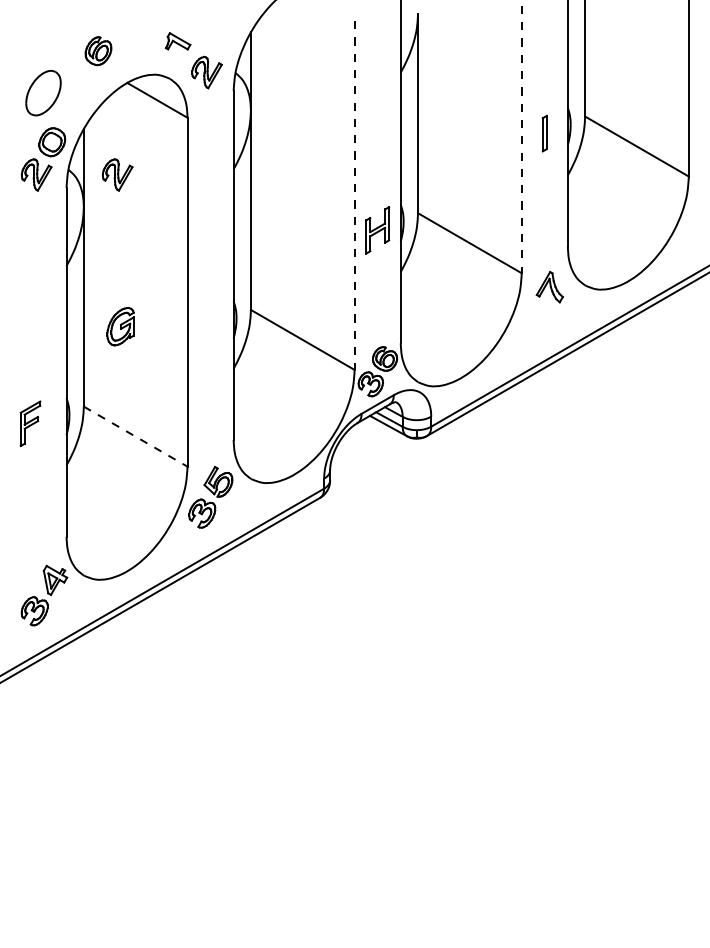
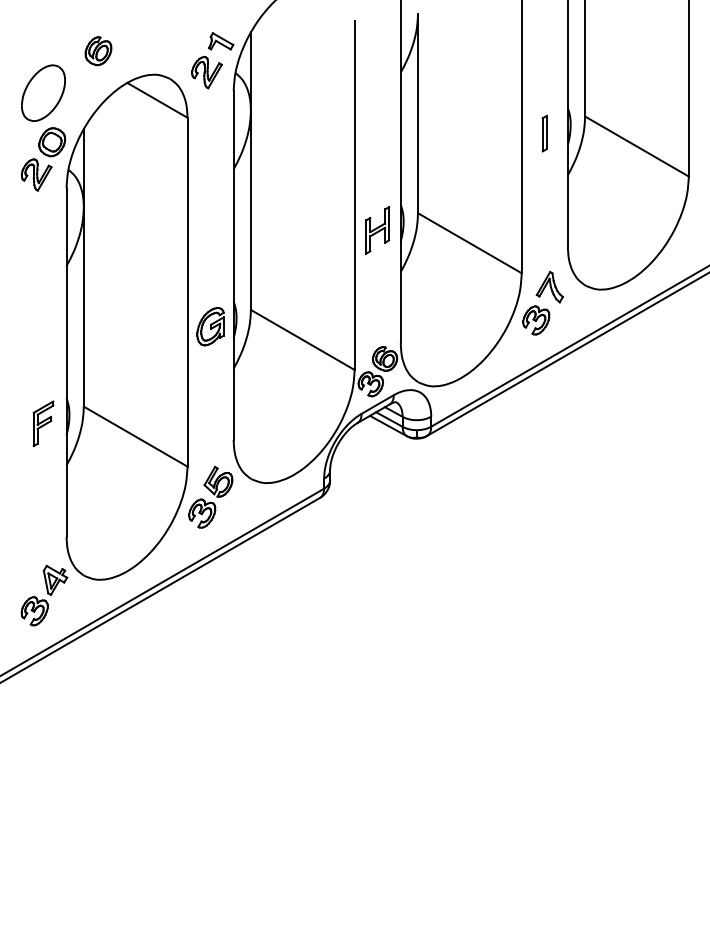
part at (178, 41) position: (178, 41) -> (221, 41)
part at (43, 93) size: 37x47 px -> 45x58 px
line at (521, 137): dashed -> solid
part at (117, 174): present -> none
line at (354, 196): dashed -> solid
part at (536, 320): none -> present
part at (120, 326) position: (120, 326) -> (210, 326)
part at (30, 423) position: (30, 423) -> (43, 423)
line at (135, 436): dashed -> solid
